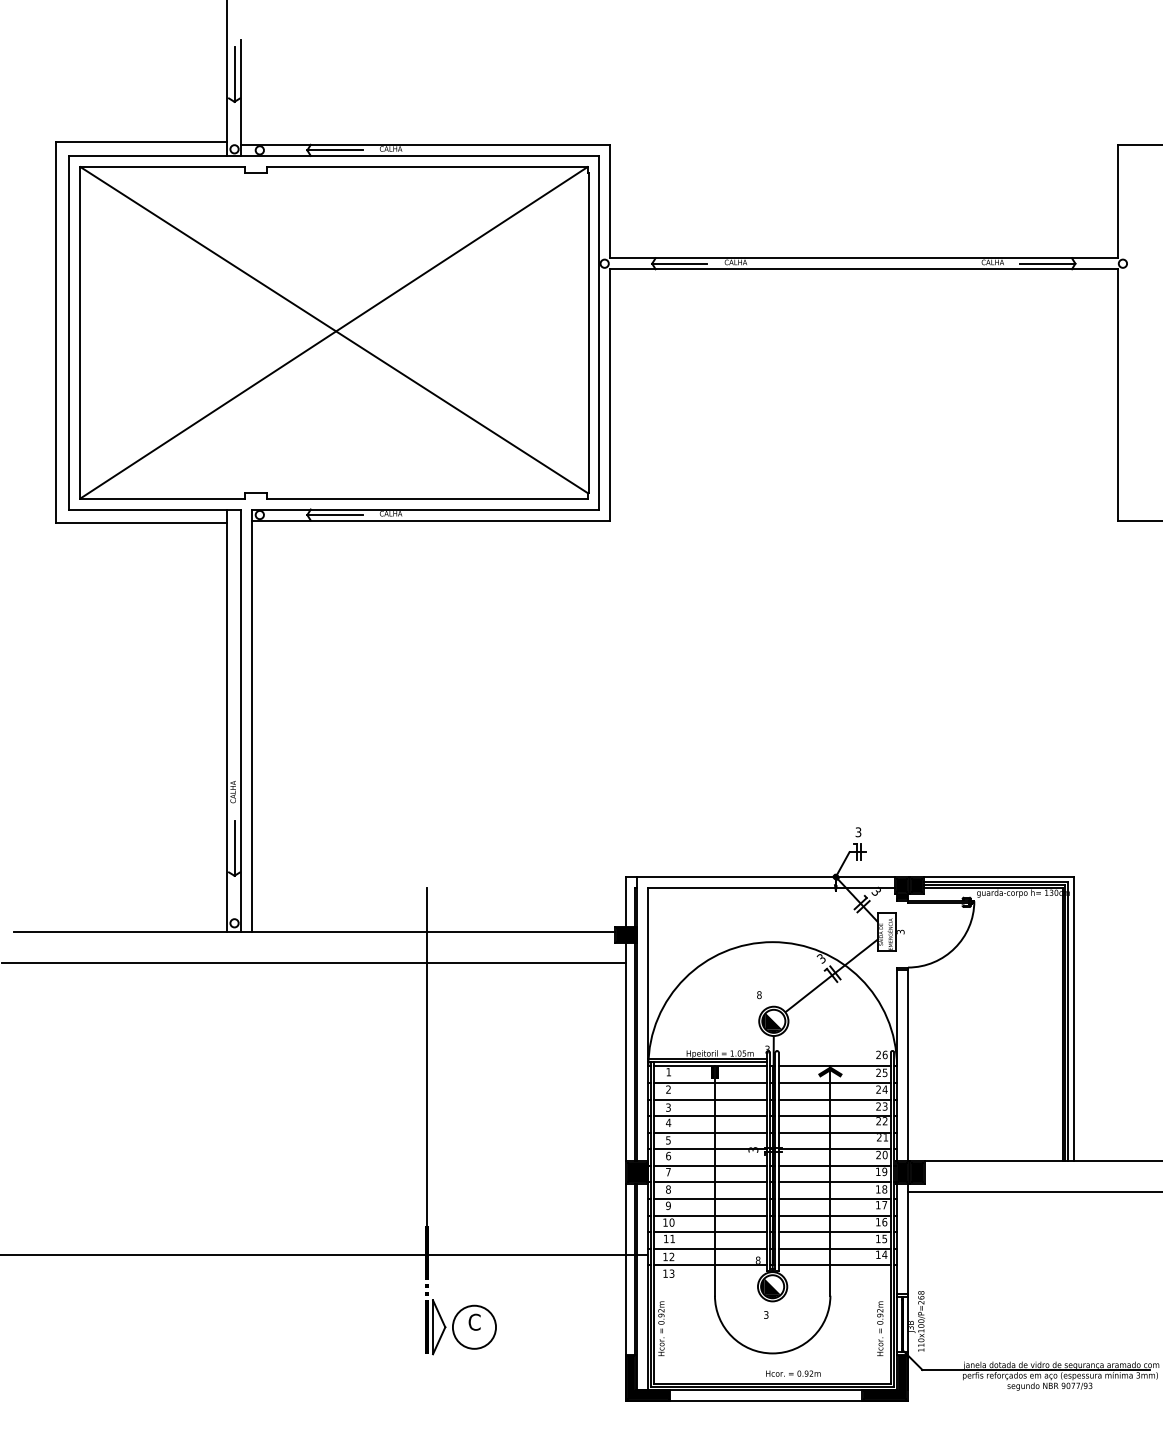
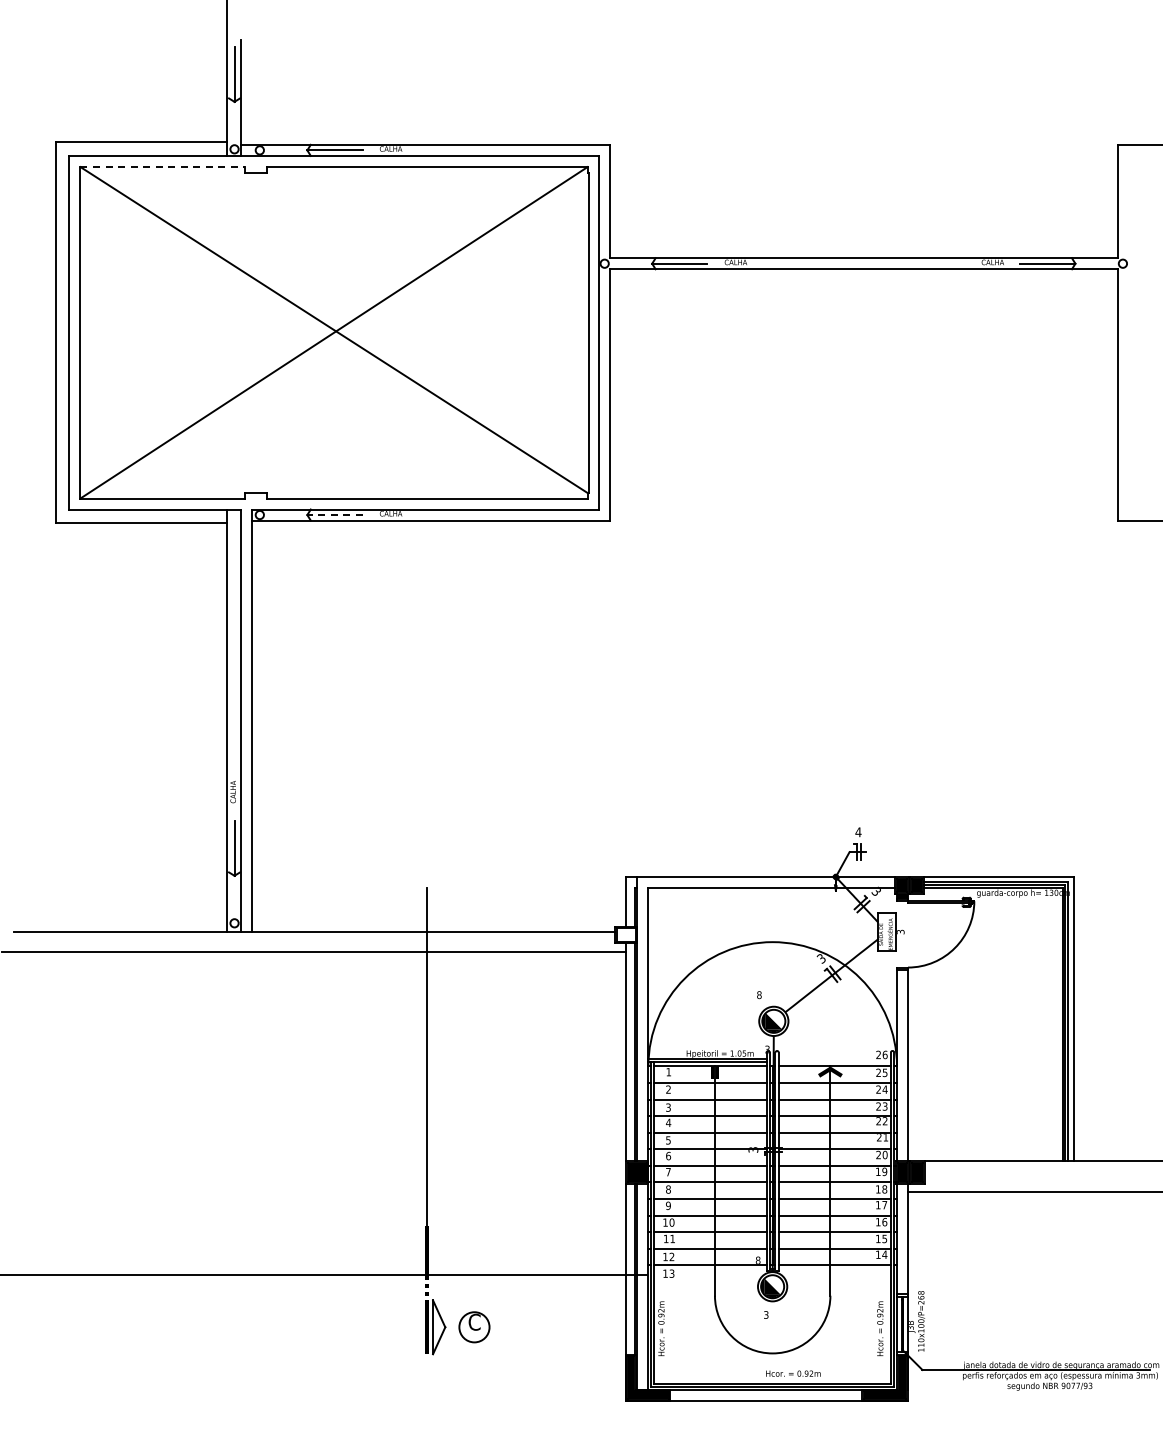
line at (163, 167): solid -> dashed
line at (334, 515): solid -> dashed
text at (858, 832): 3 -> 4
fill at (625, 934): present -> none
line at (314, 962) position: (314, 962) -> (314, 951)
line at (324, 1255) position: (324, 1255) -> (324, 1275)
circle at (474, 1326) diameter: 43 px -> 30 px
